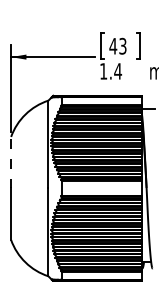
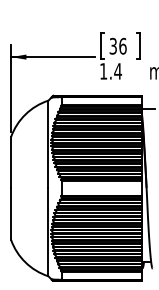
text at (117, 45): 43 -> 36
line at (11, 162): dashed -> solid
